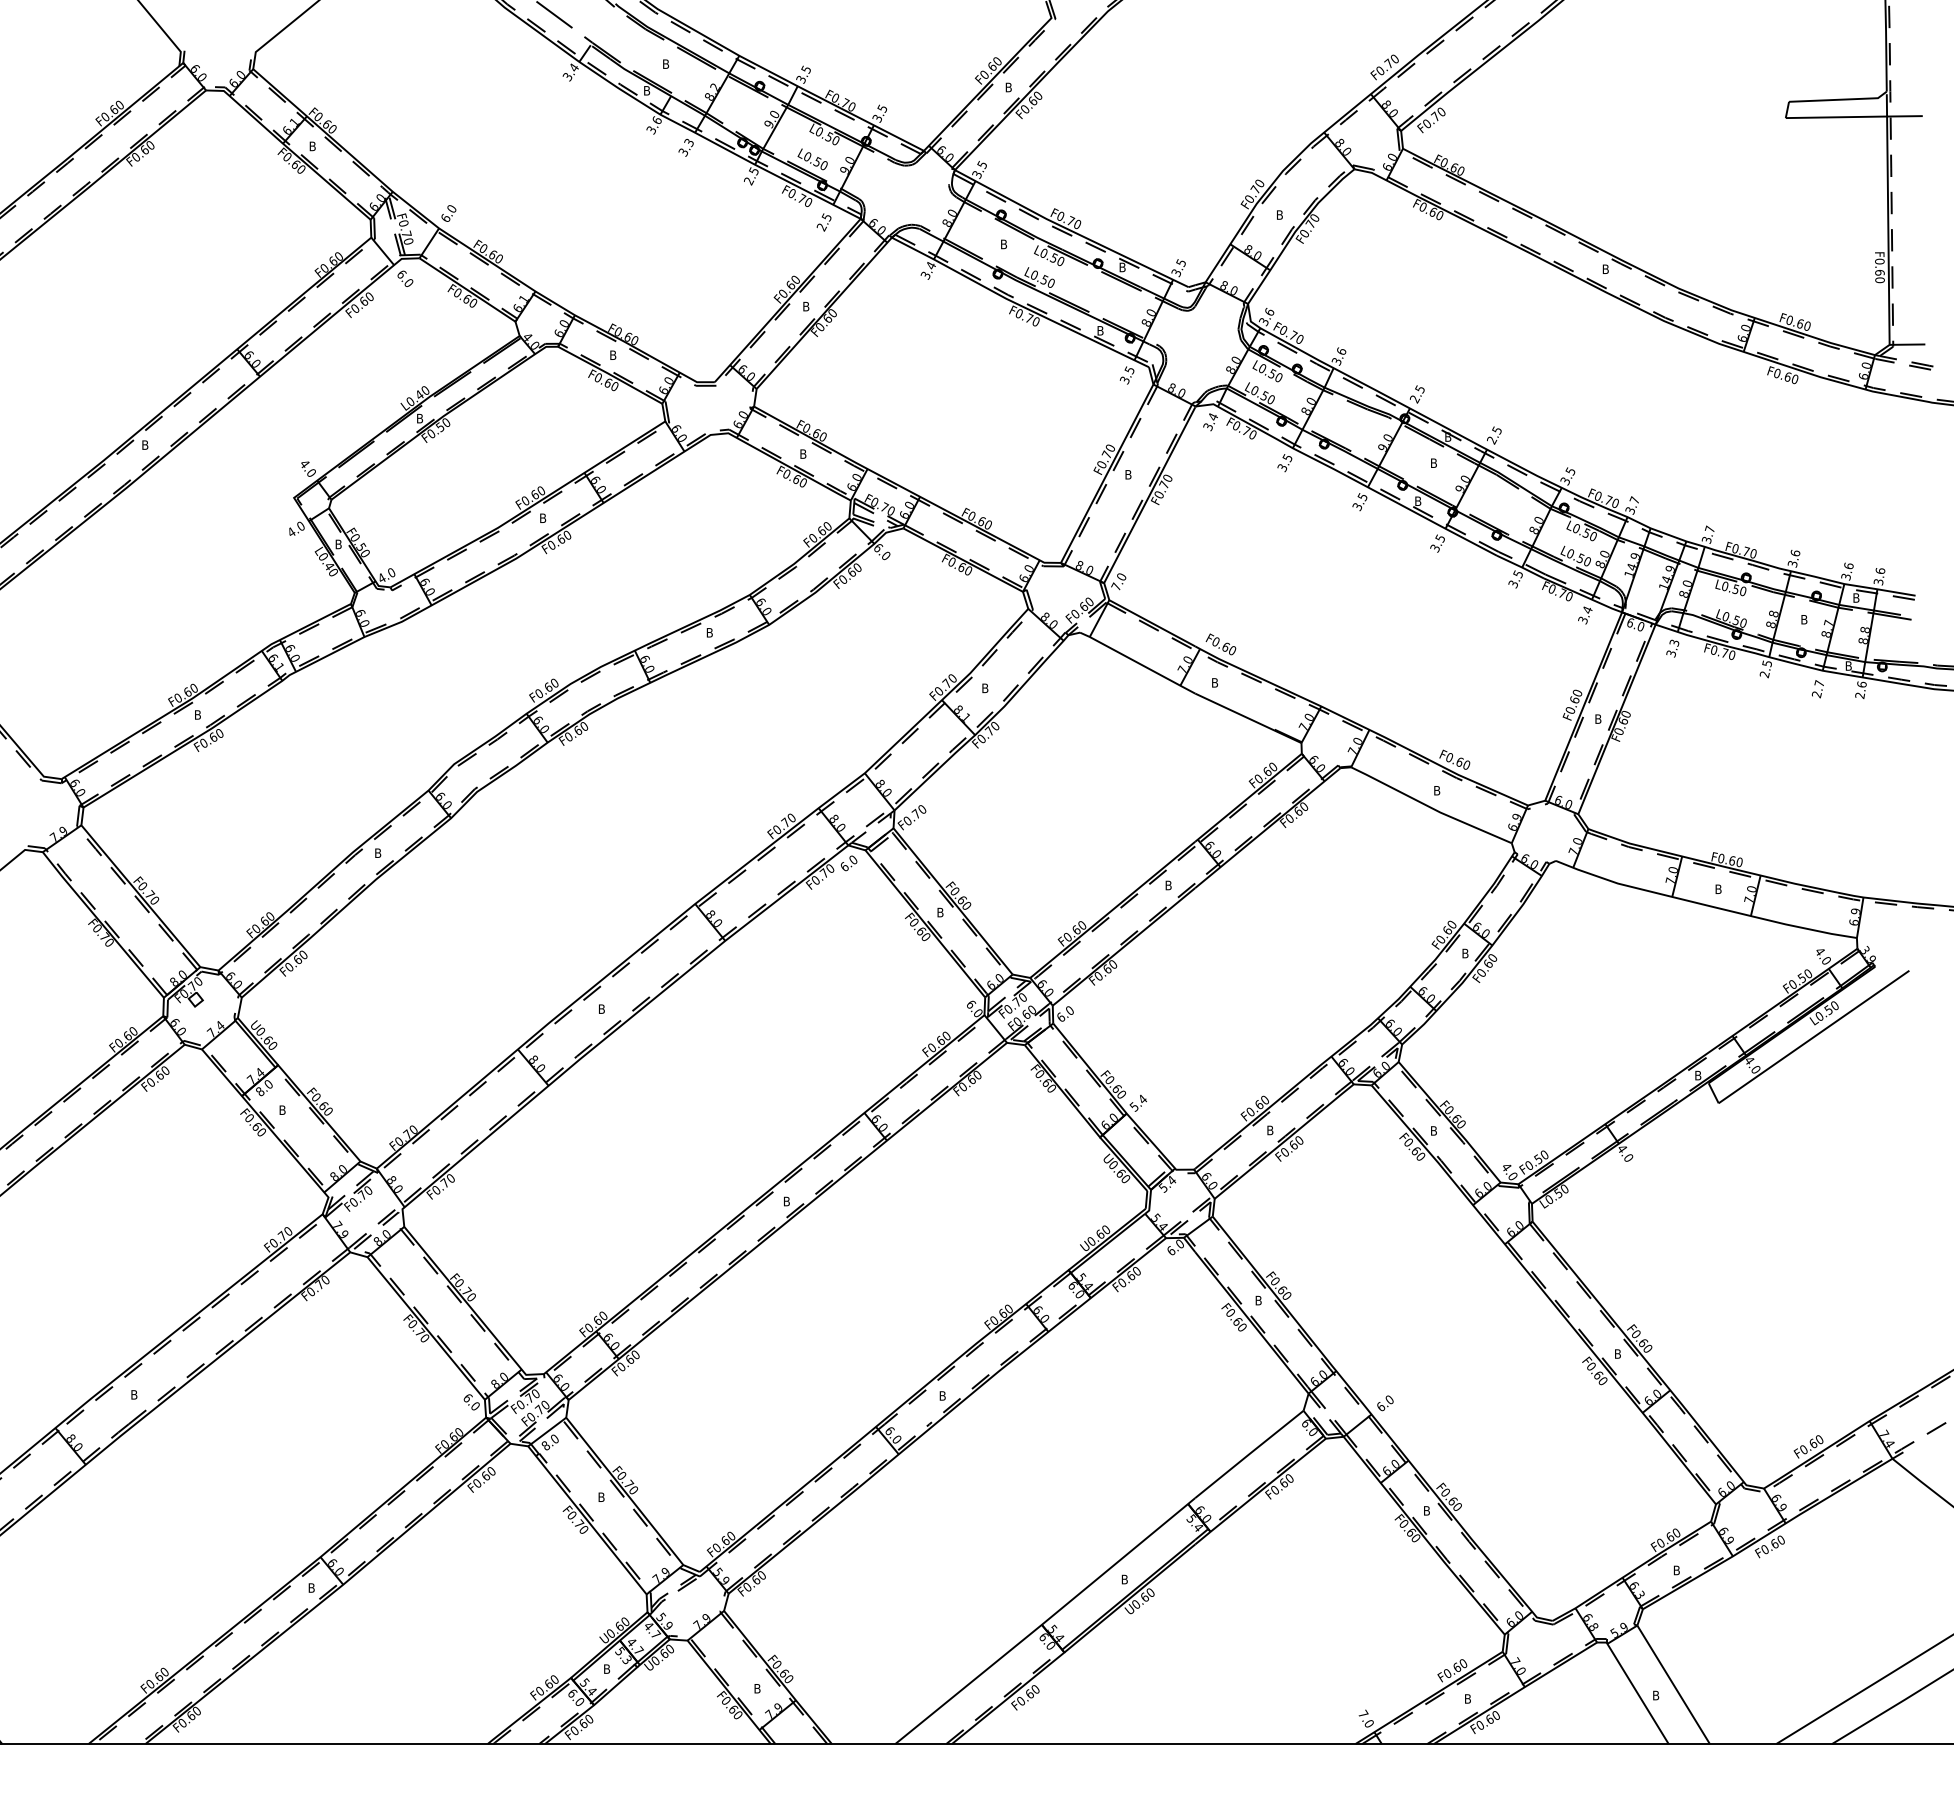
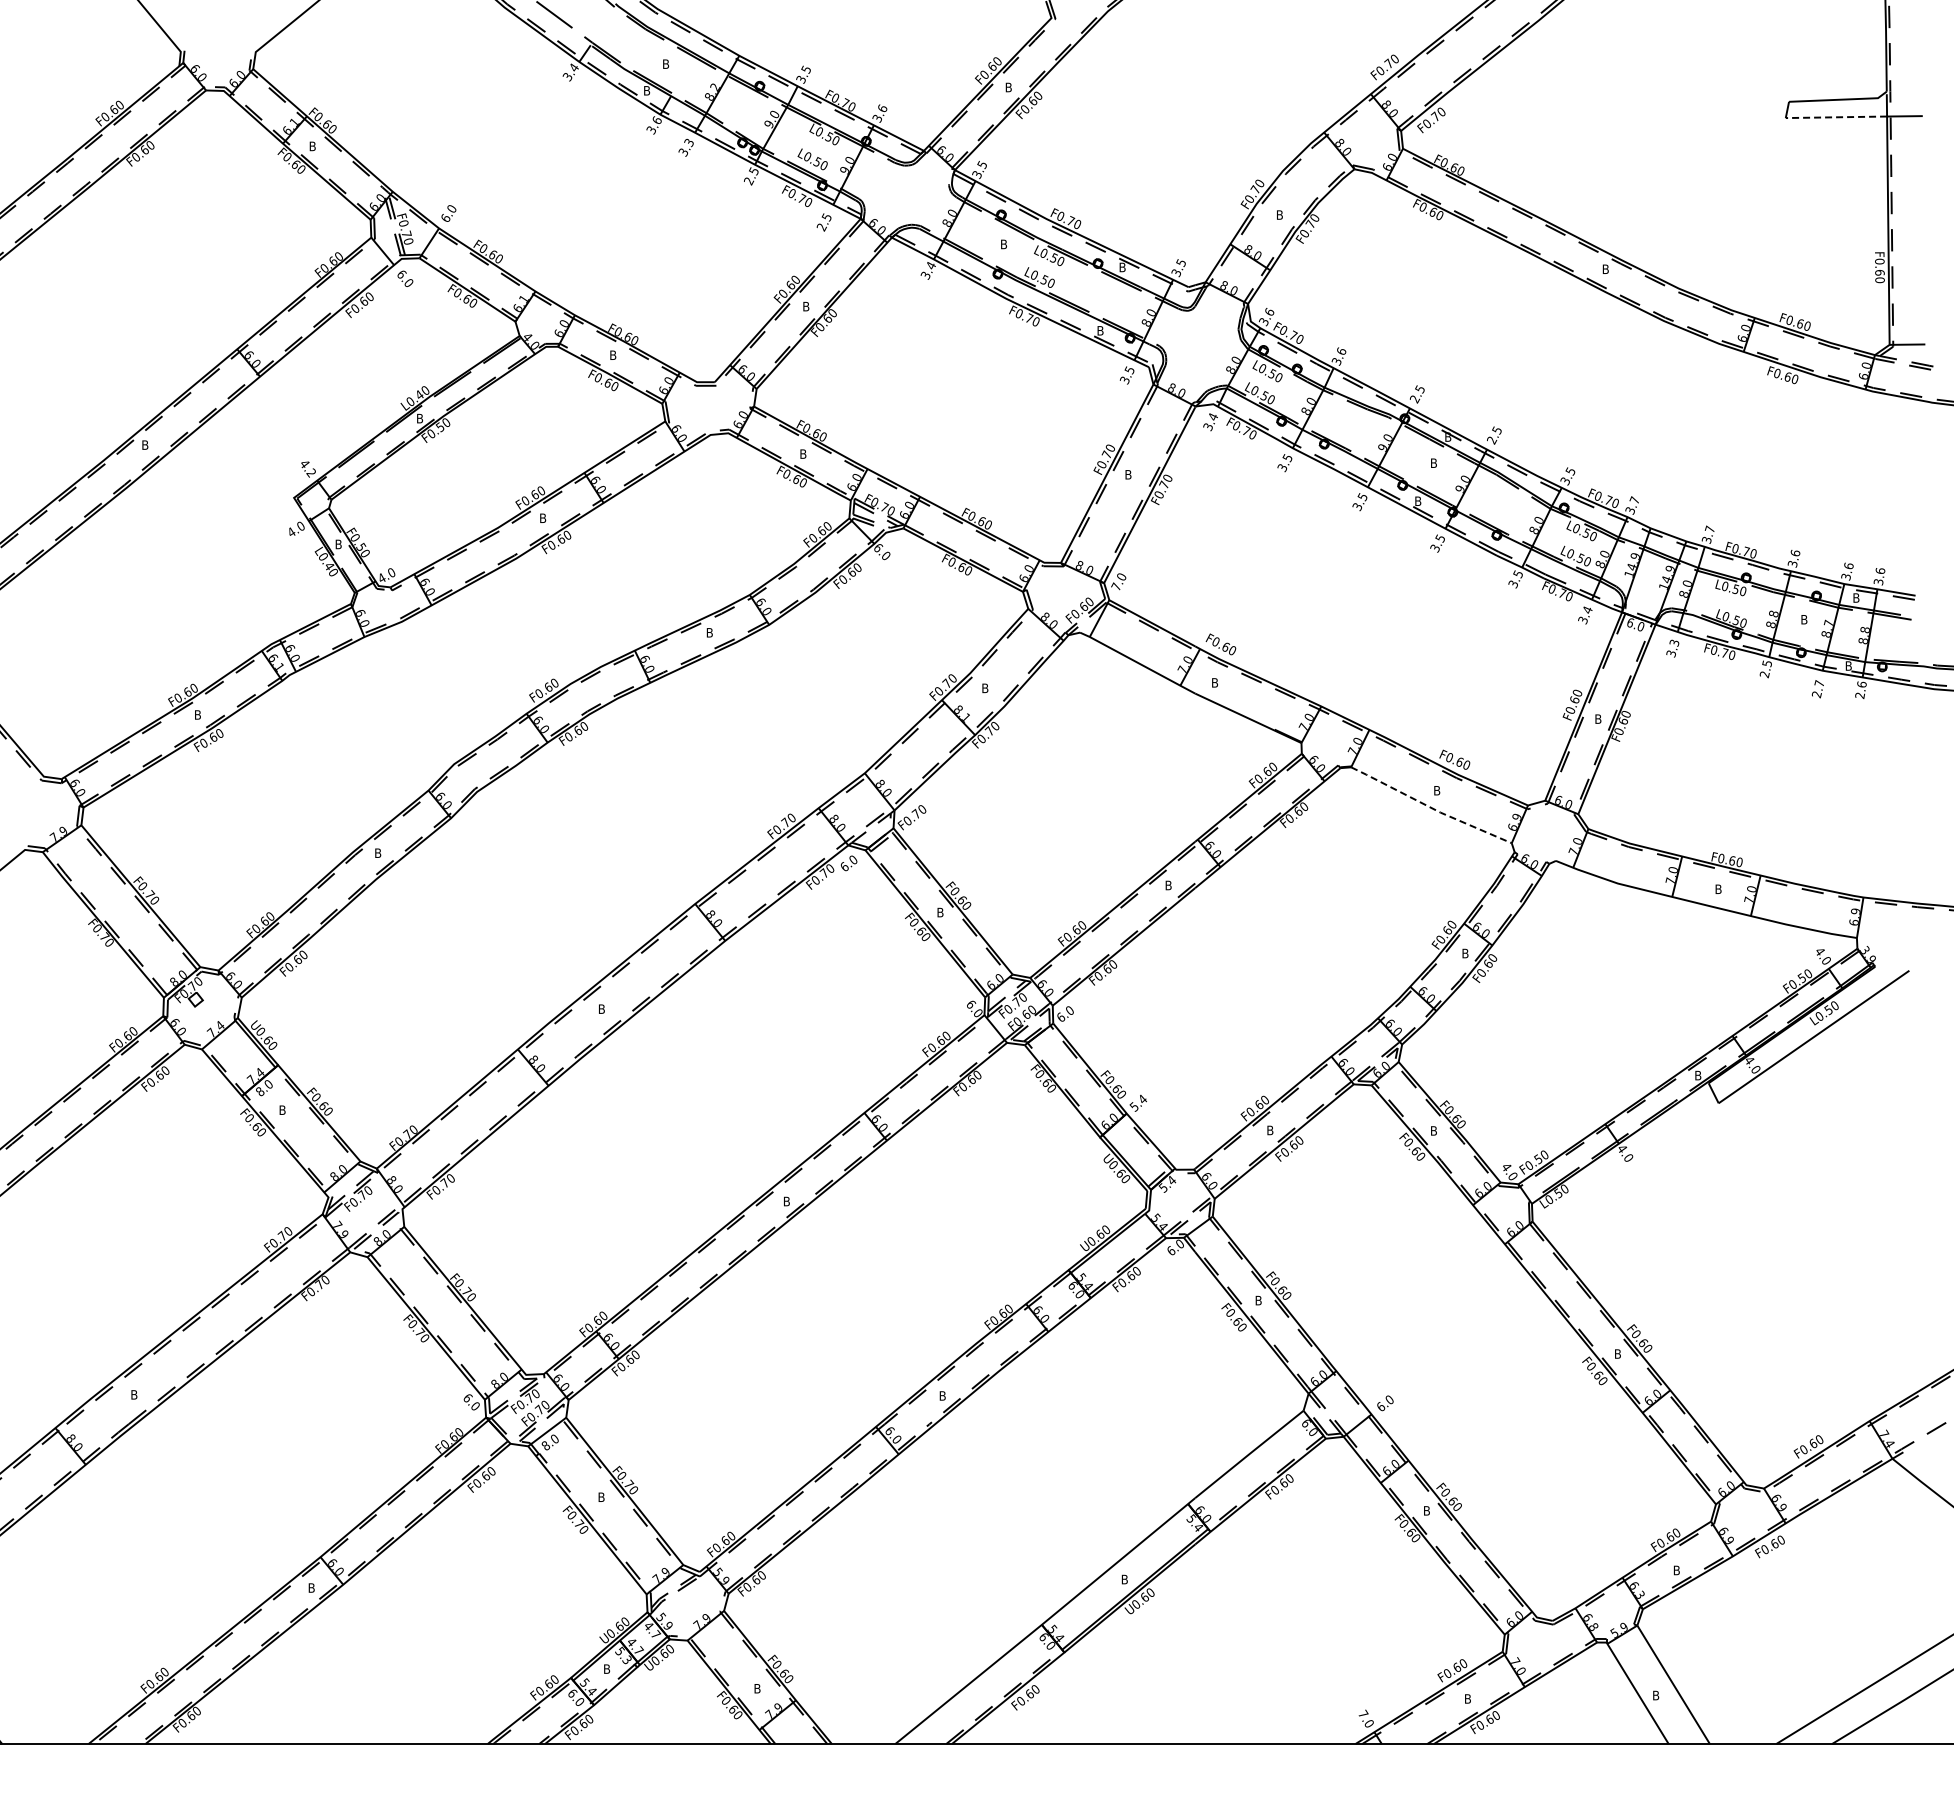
text at (882, 108): 3.5 -> 3.6
line at (1836, 117): solid -> dashed
text at (310, 472): 4.0 -> 4.2
line at (1430, 807): solid -> dashed
